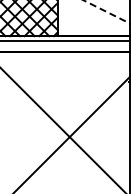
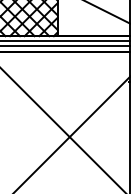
line at (106, 11): dashed -> solid
line at (64, 45): none -> present
